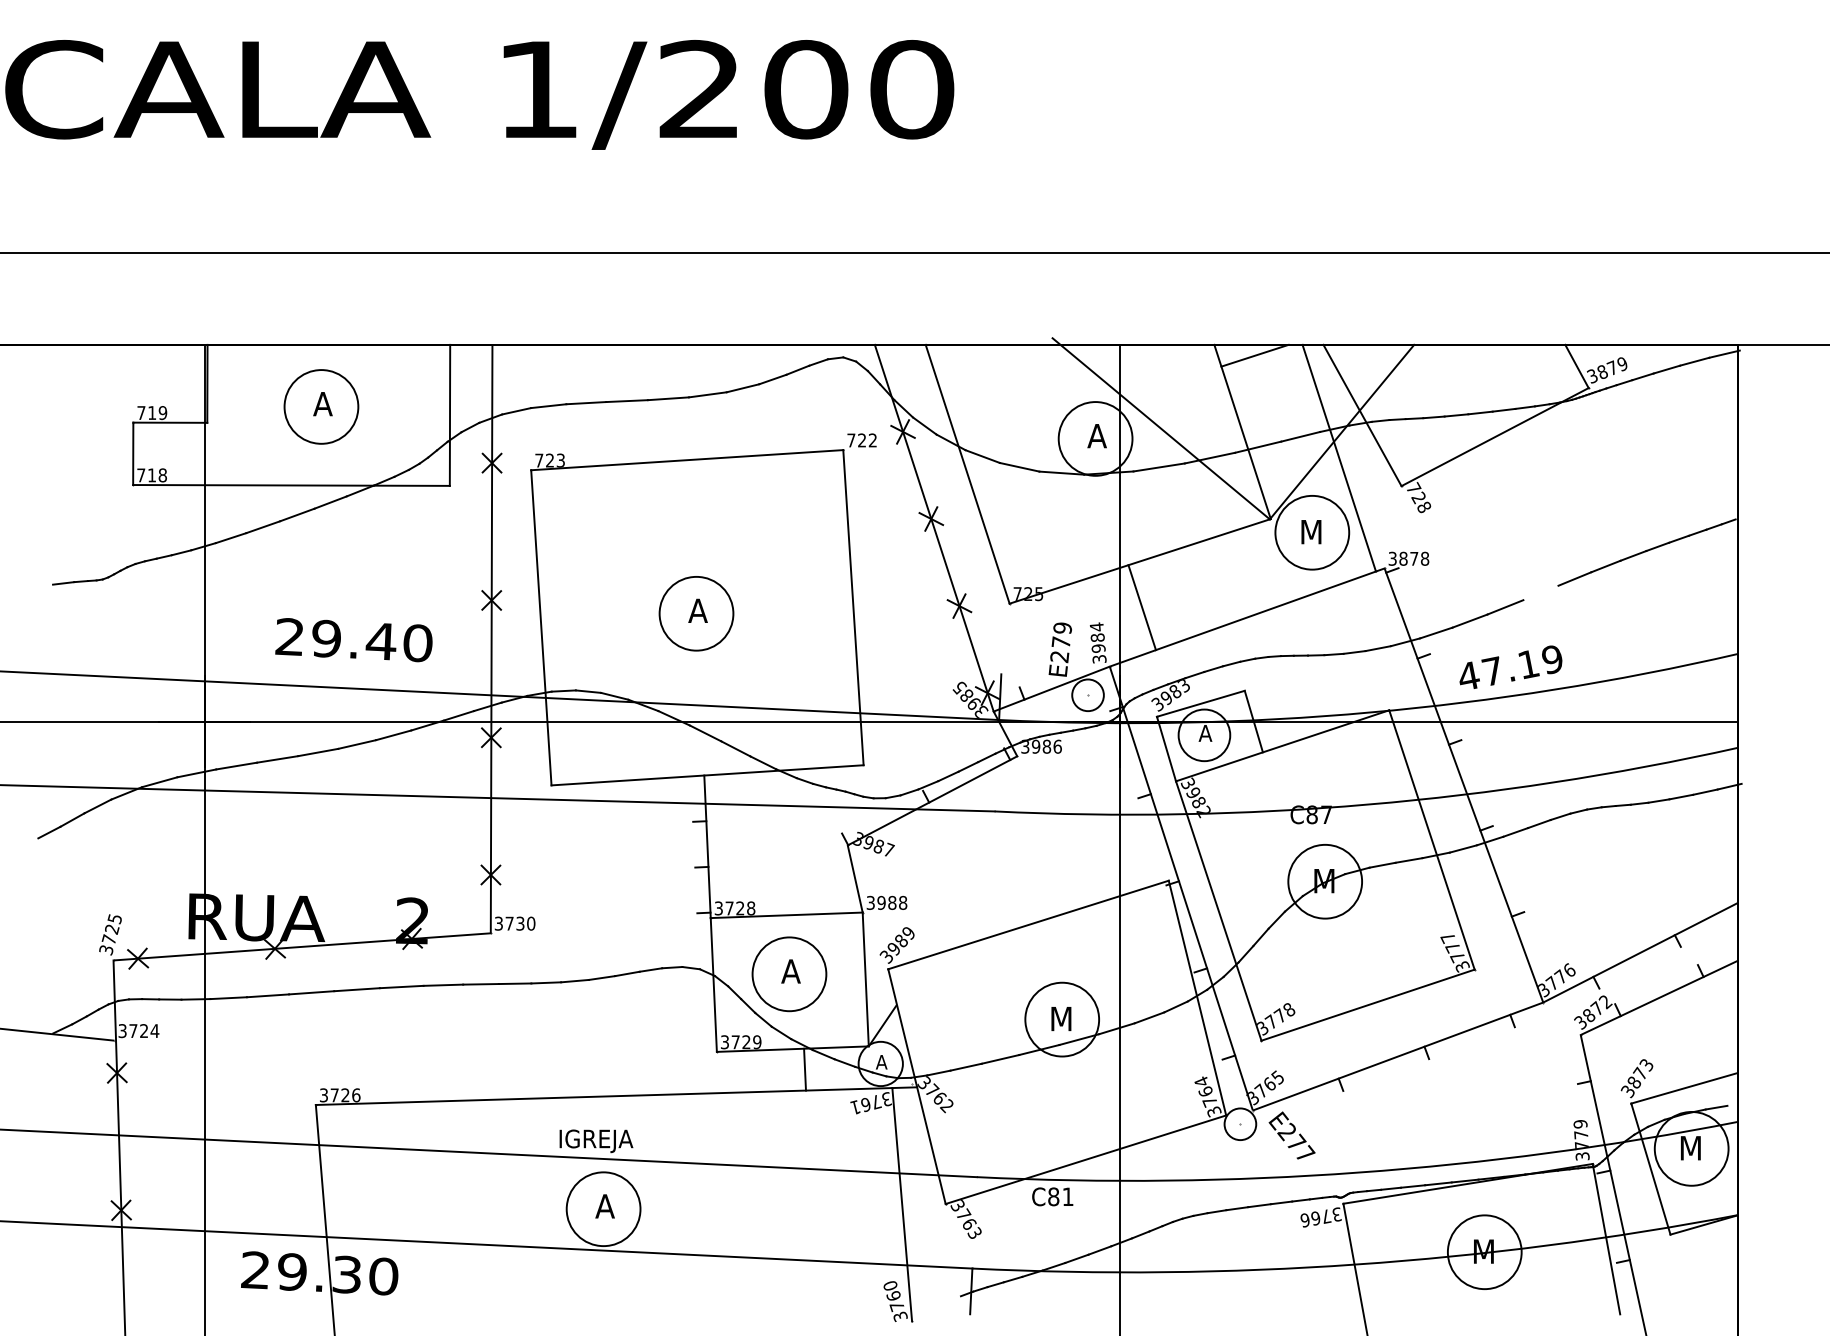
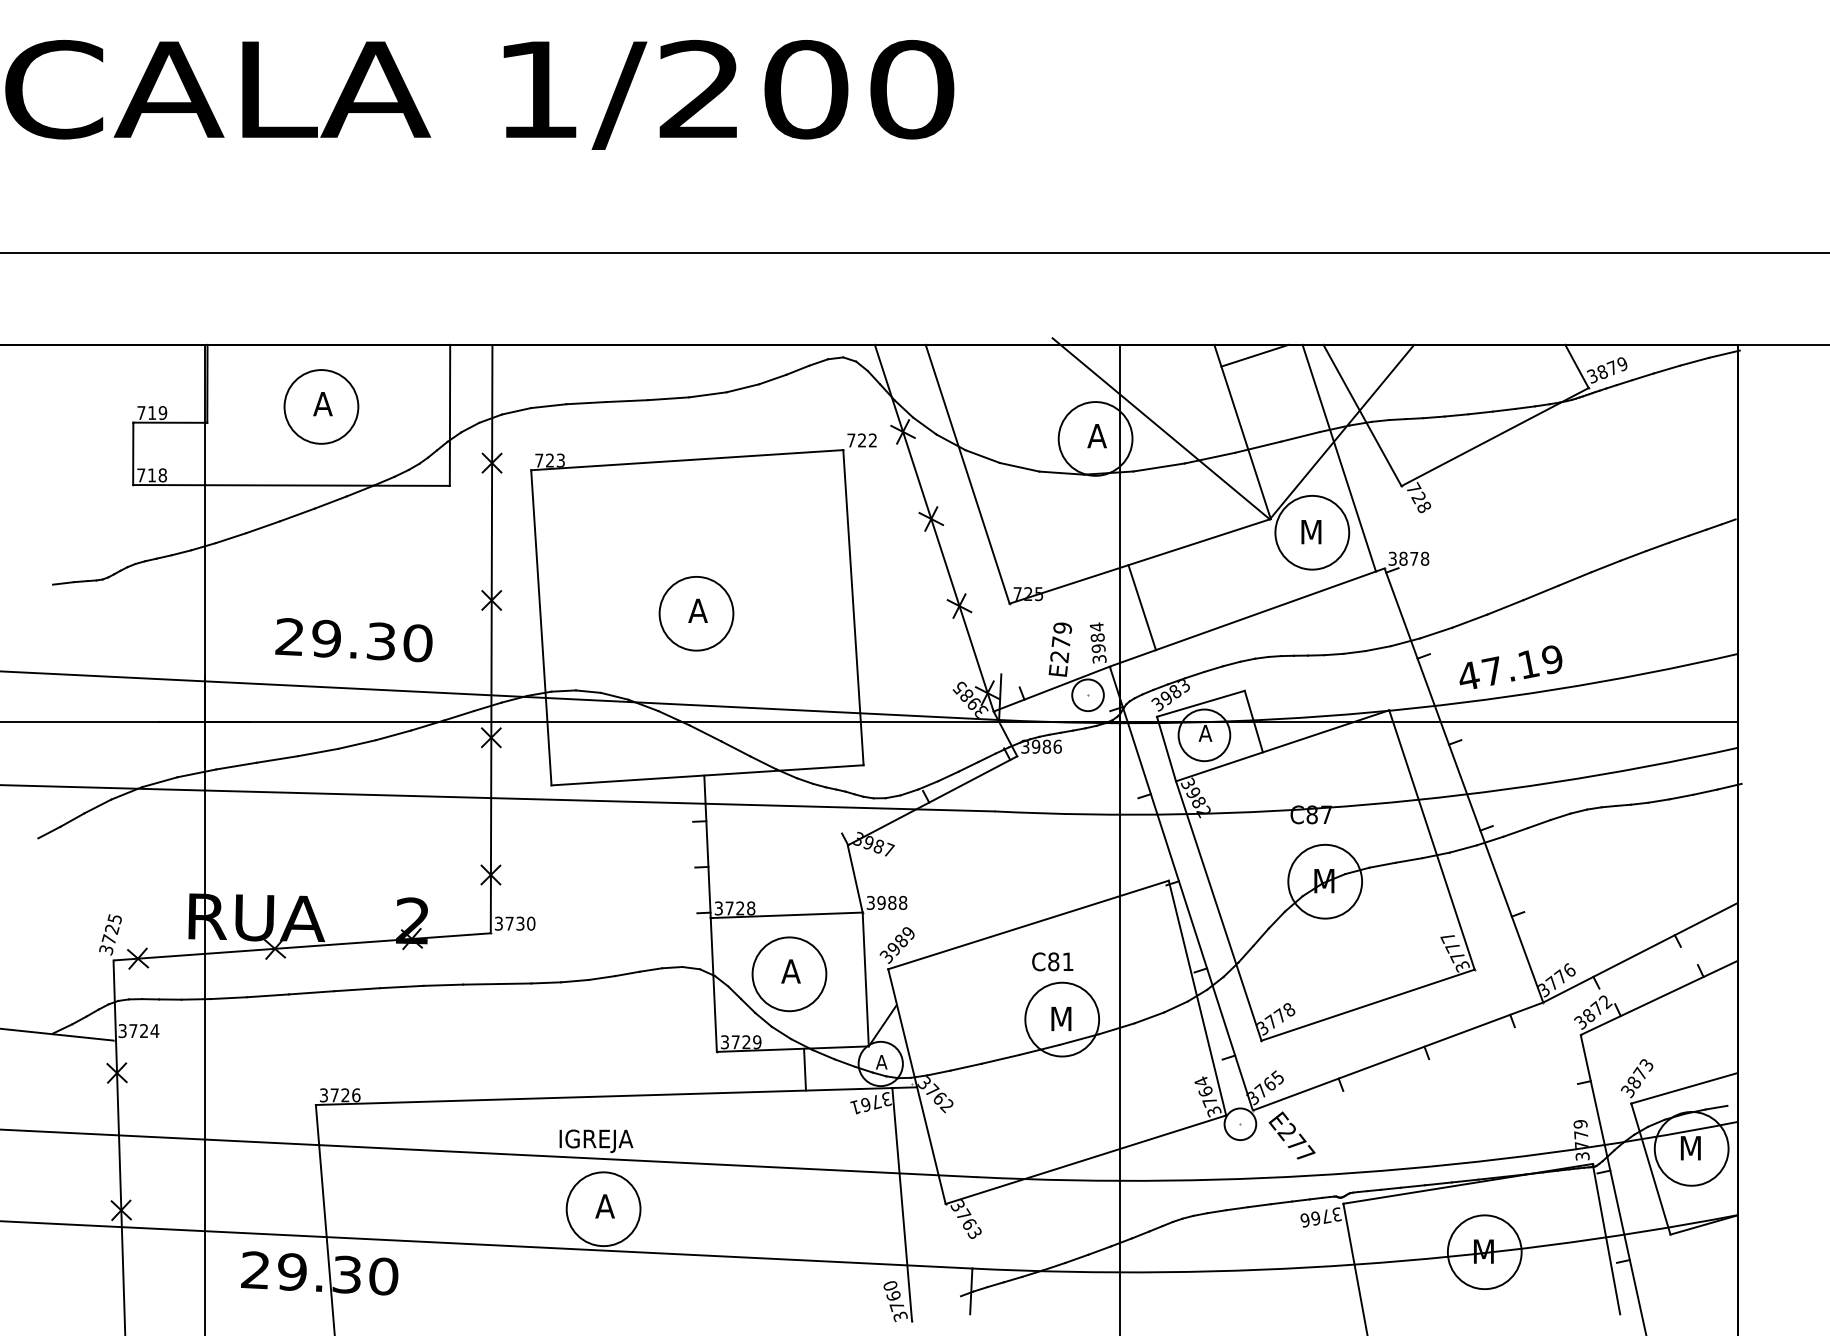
line at (1540, 592): none -> present
text at (380, 641): 29.40 -> 29.30
text at (1052, 1196) position: (1052, 1196) -> (1052, 961)
